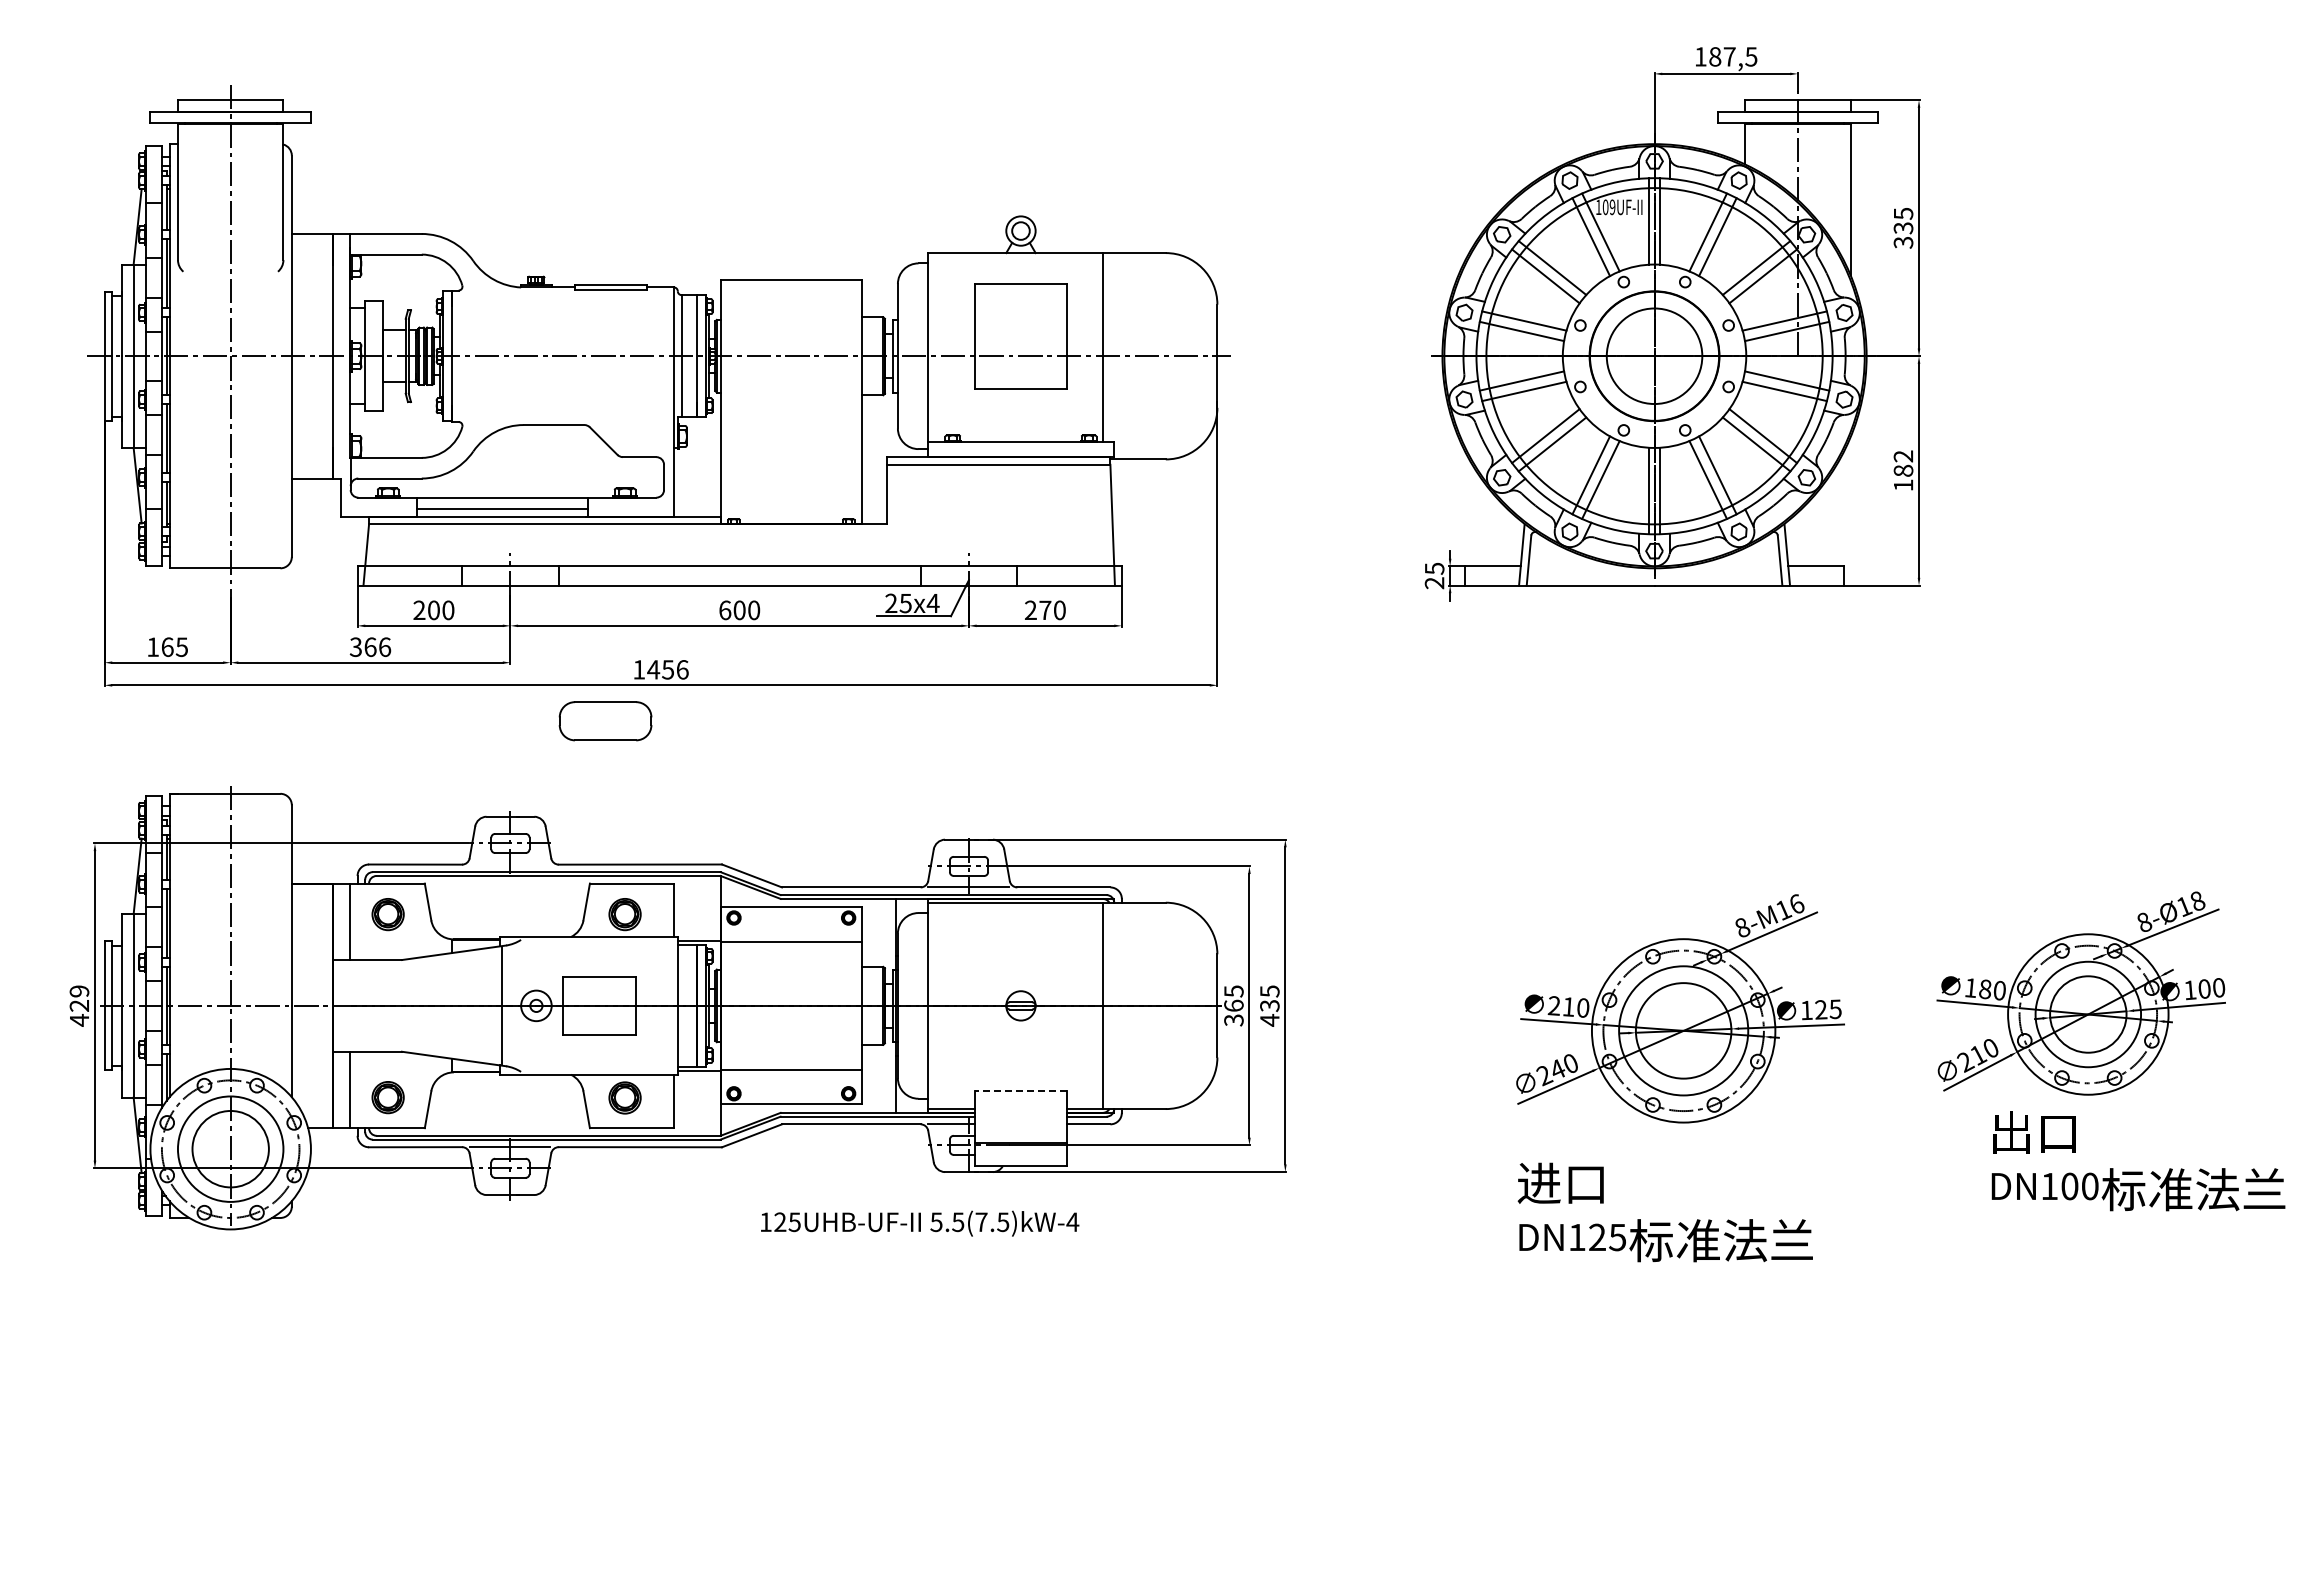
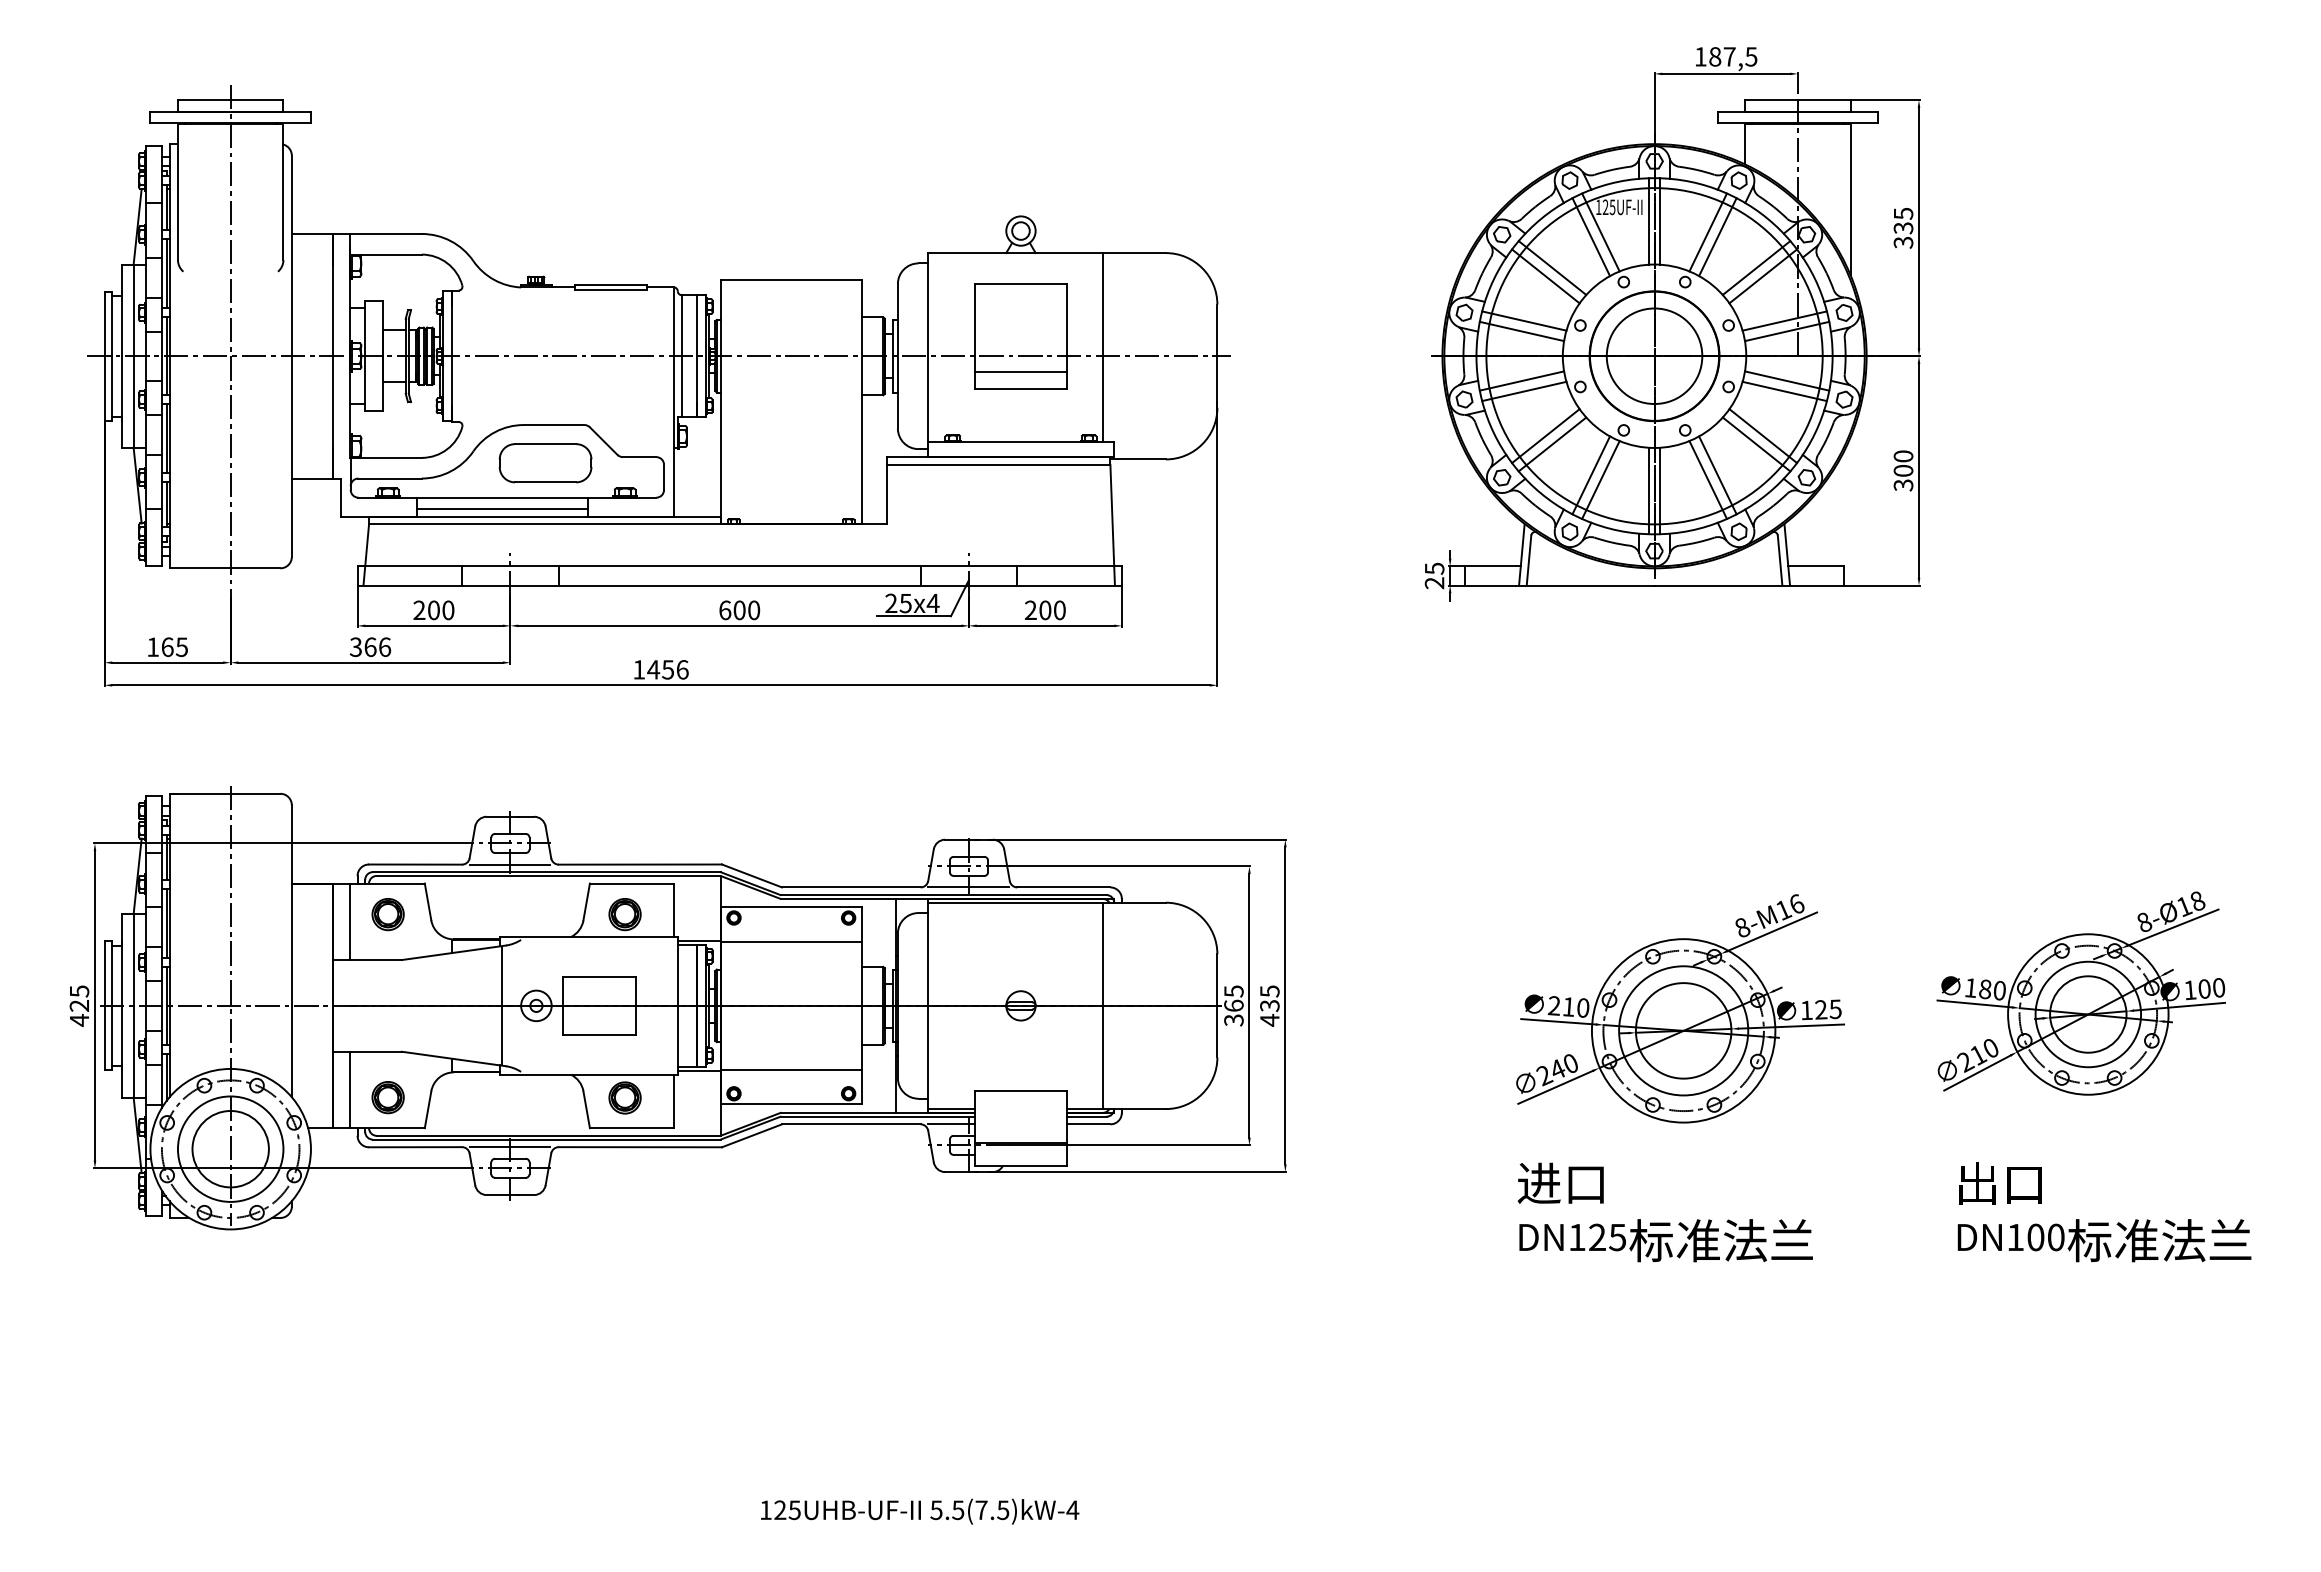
text at (1608, 207): 109UF-II -> 125UF-II
line at (1020, 372): none -> present
text at (1903, 470): 182 -> 300
text at (1045, 610): 270 -> 200
part at (605, 721) position: (605, 721) -> (545, 463)
line at (509, 864): none -> present
text at (79, 991): 429 -> 425
line at (1020, 1090): dashed -> solid
text at (2138, 1161) position: (2138, 1161) -> (2104, 1212)
text at (920, 1223) position: (920, 1223) -> (920, 1511)
